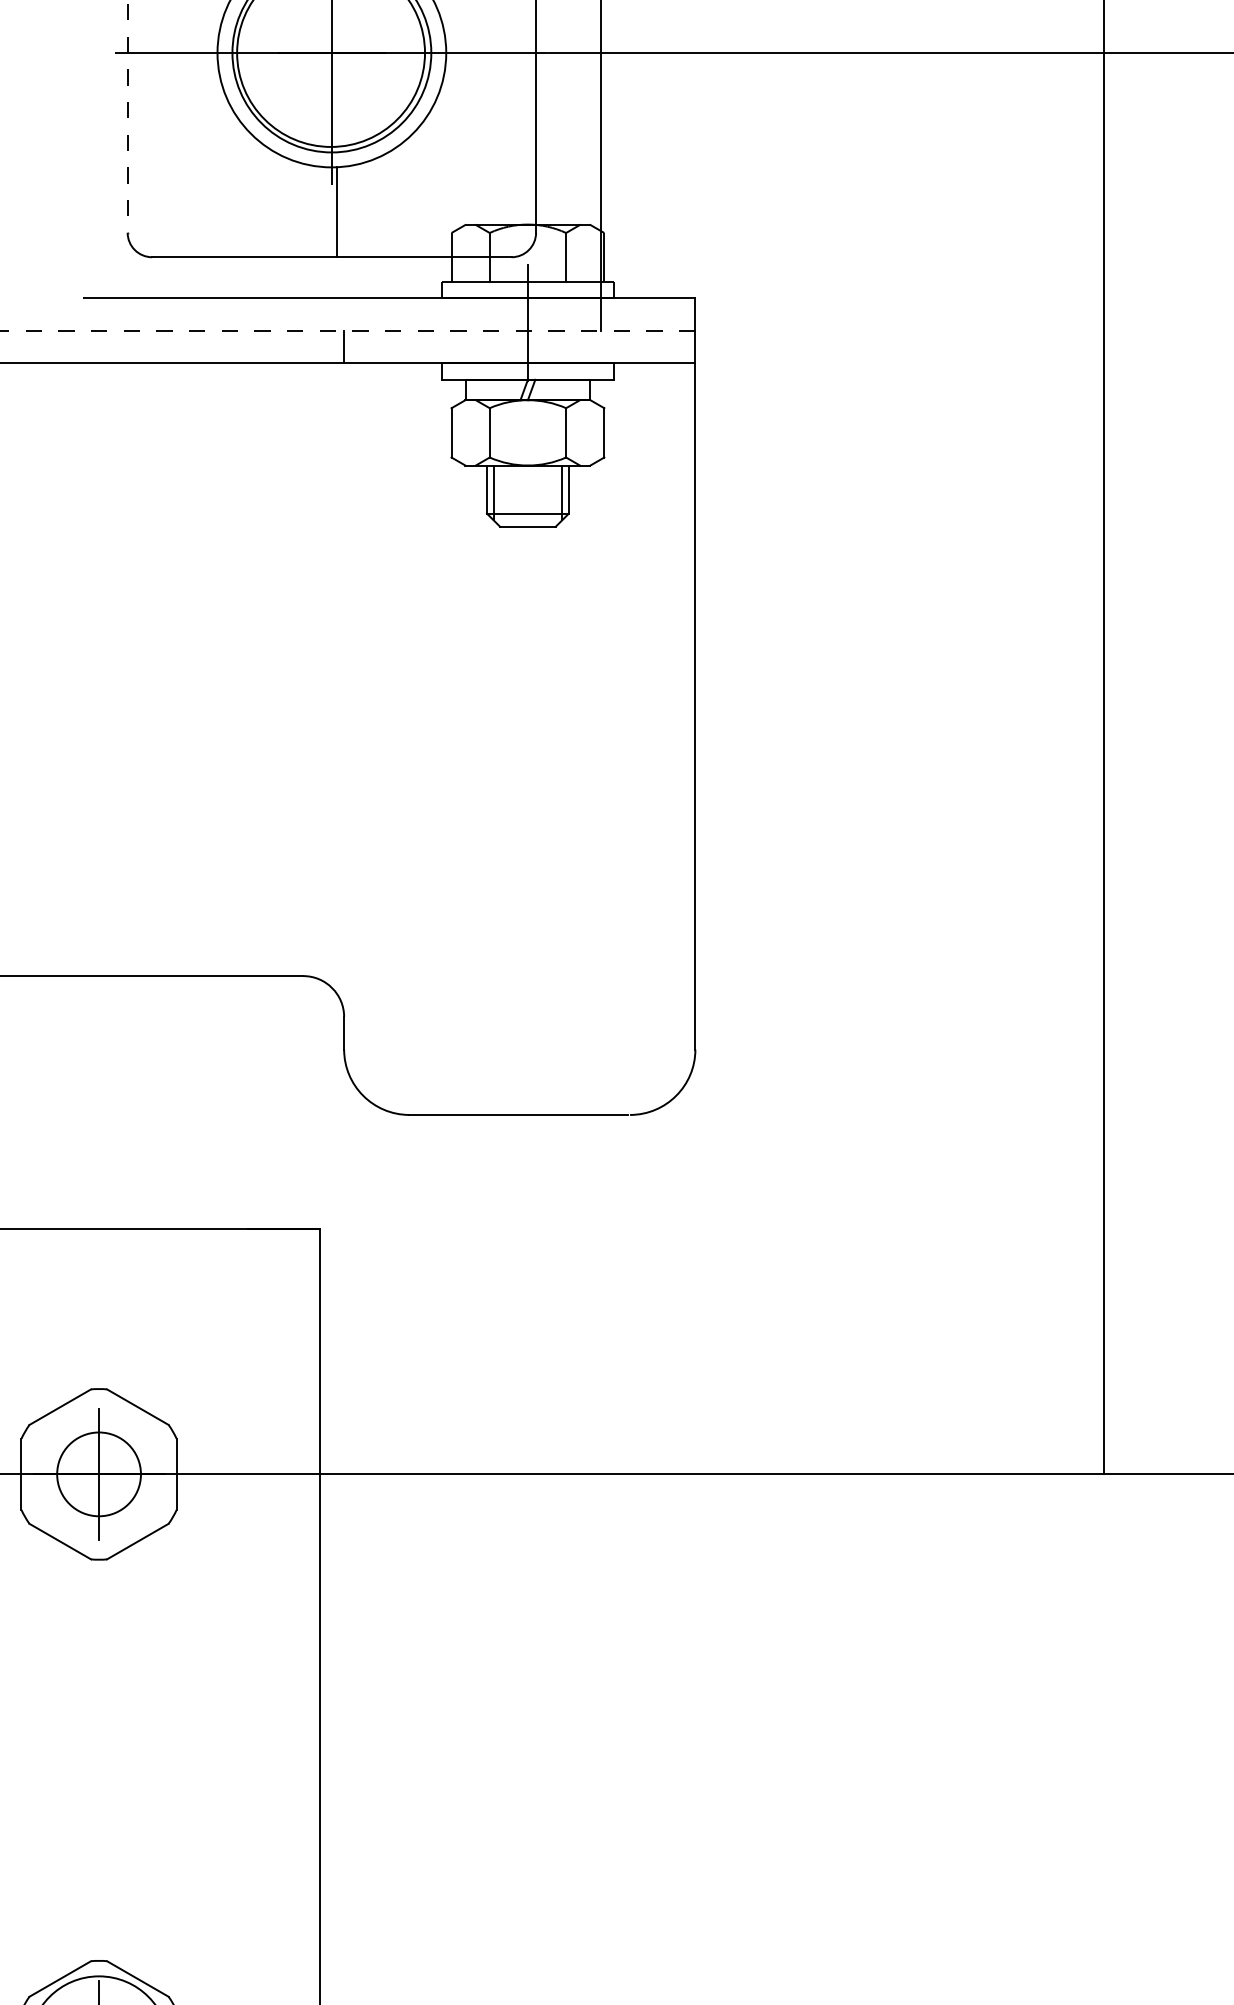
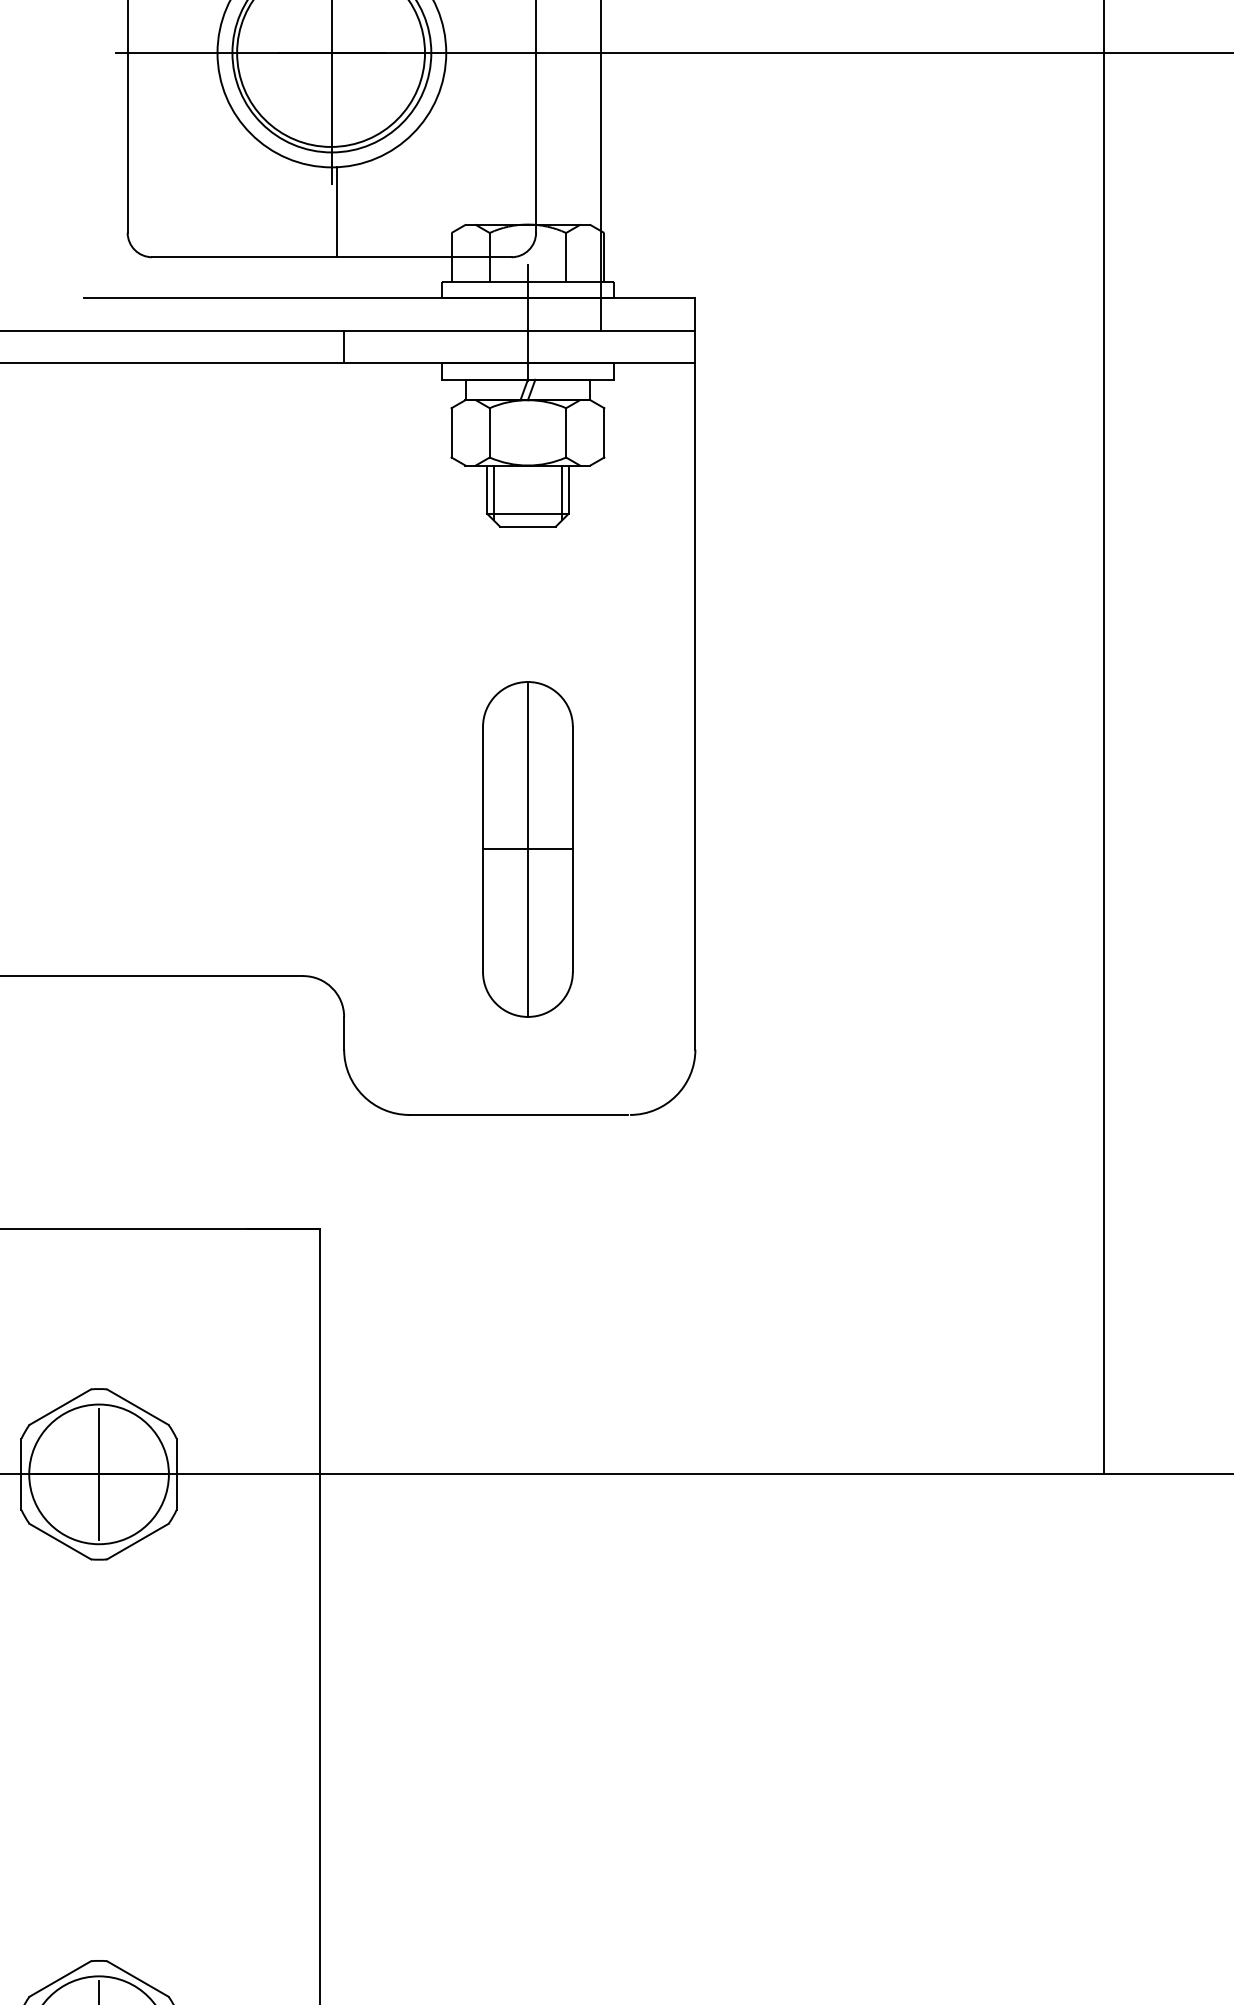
line at (127, 116): dashed -> solid
line at (347, 330): dashed -> solid
part at (527, 849): none -> present
circle at (98, 1474) diameter: 84 px -> 140 px
